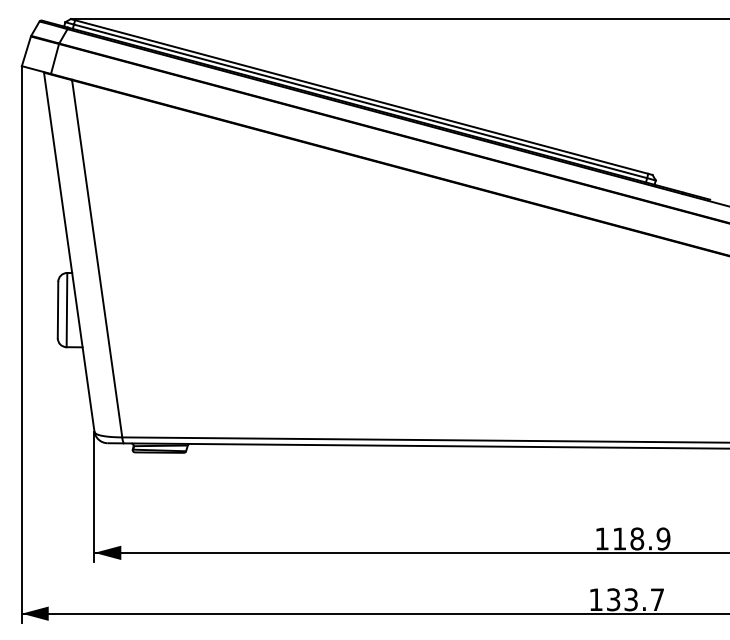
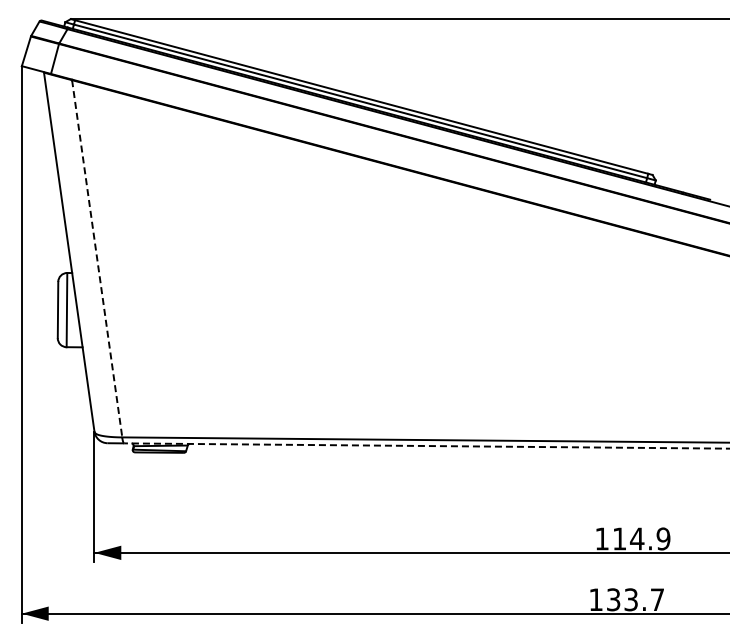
line at (97, 259): solid -> dashed
line at (426, 446): solid -> dashed
text at (637, 538): 118.9 -> 114.9
